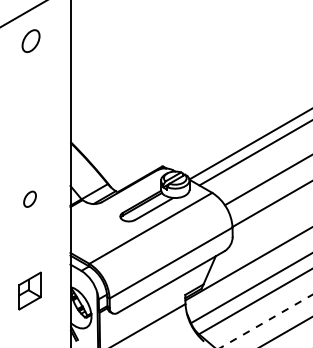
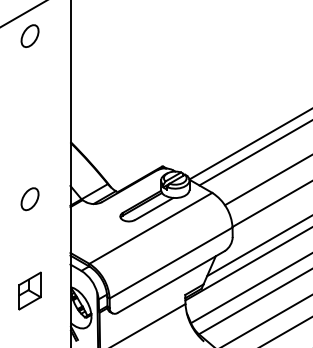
part at (30, 40) position: (30, 40) -> (29, 35)
part at (29, 198) size: 14x18 px -> 20x25 px
line at (258, 246): none -> present
line at (266, 321): dashed -> solid
